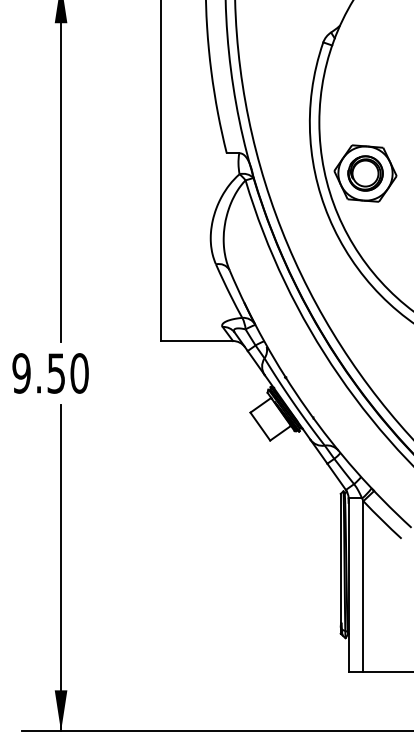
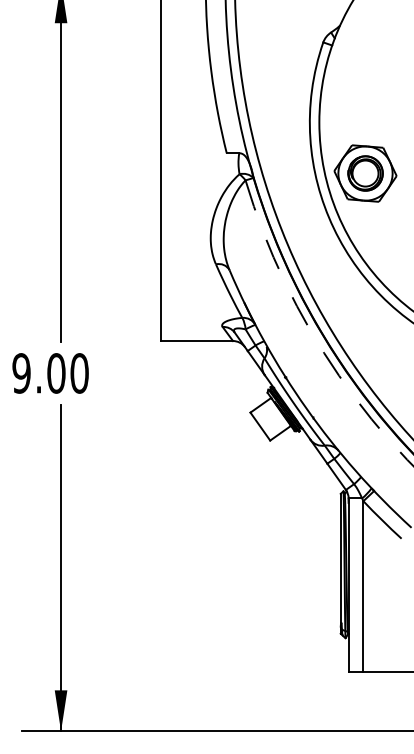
arc at (312, 334): solid -> dashed
text at (56, 373): 9.50 -> 9.00
